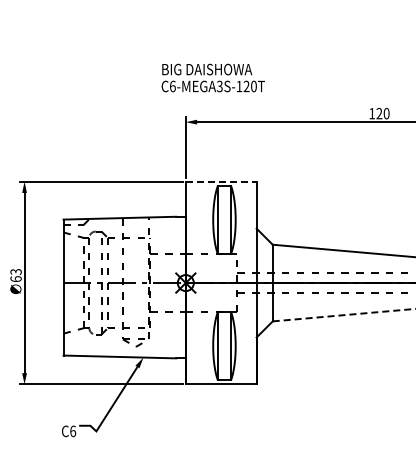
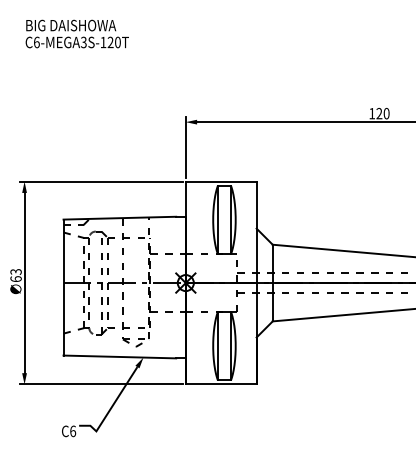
text at (212, 77) position: (212, 77) -> (76, 33)
line at (221, 181): dashed -> solid
line at (344, 315): dashed -> solid
